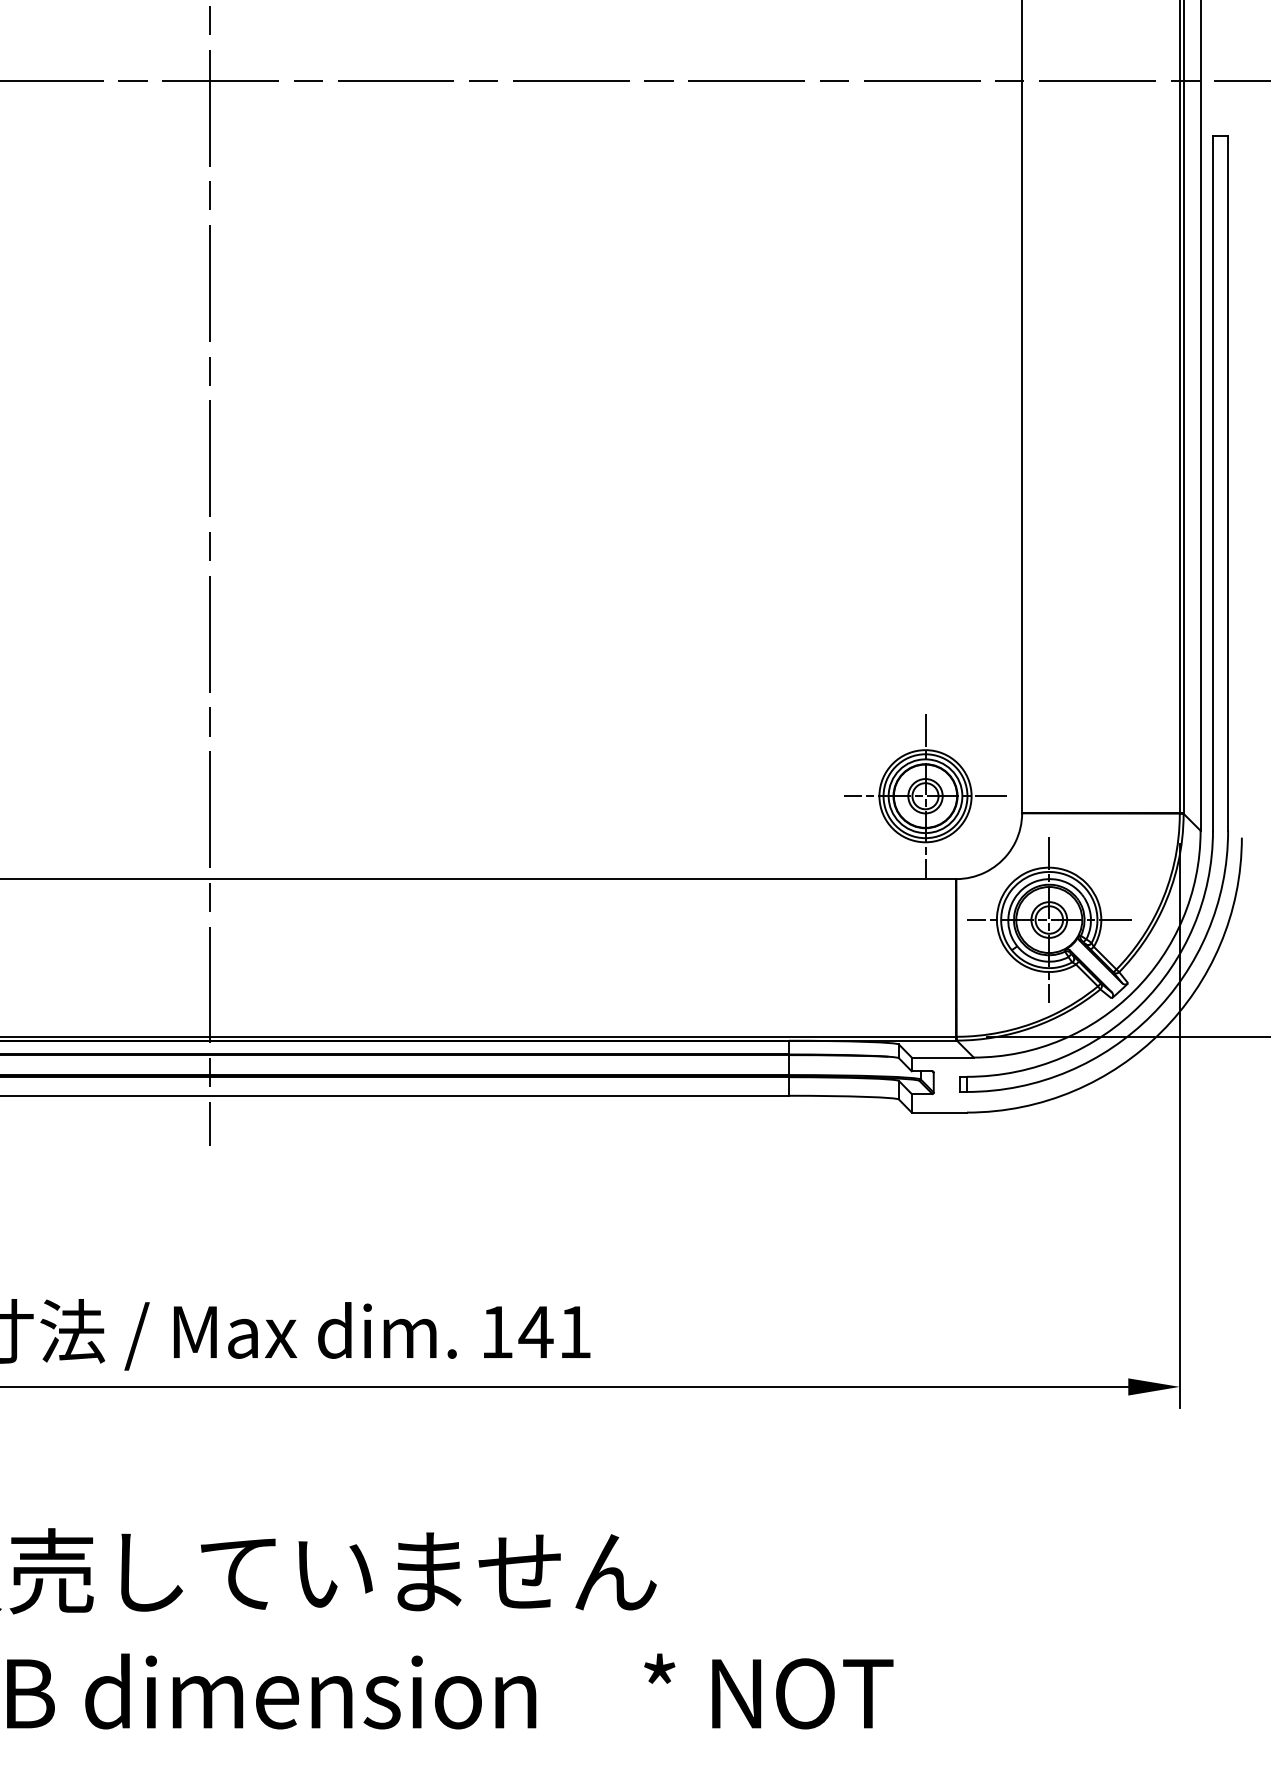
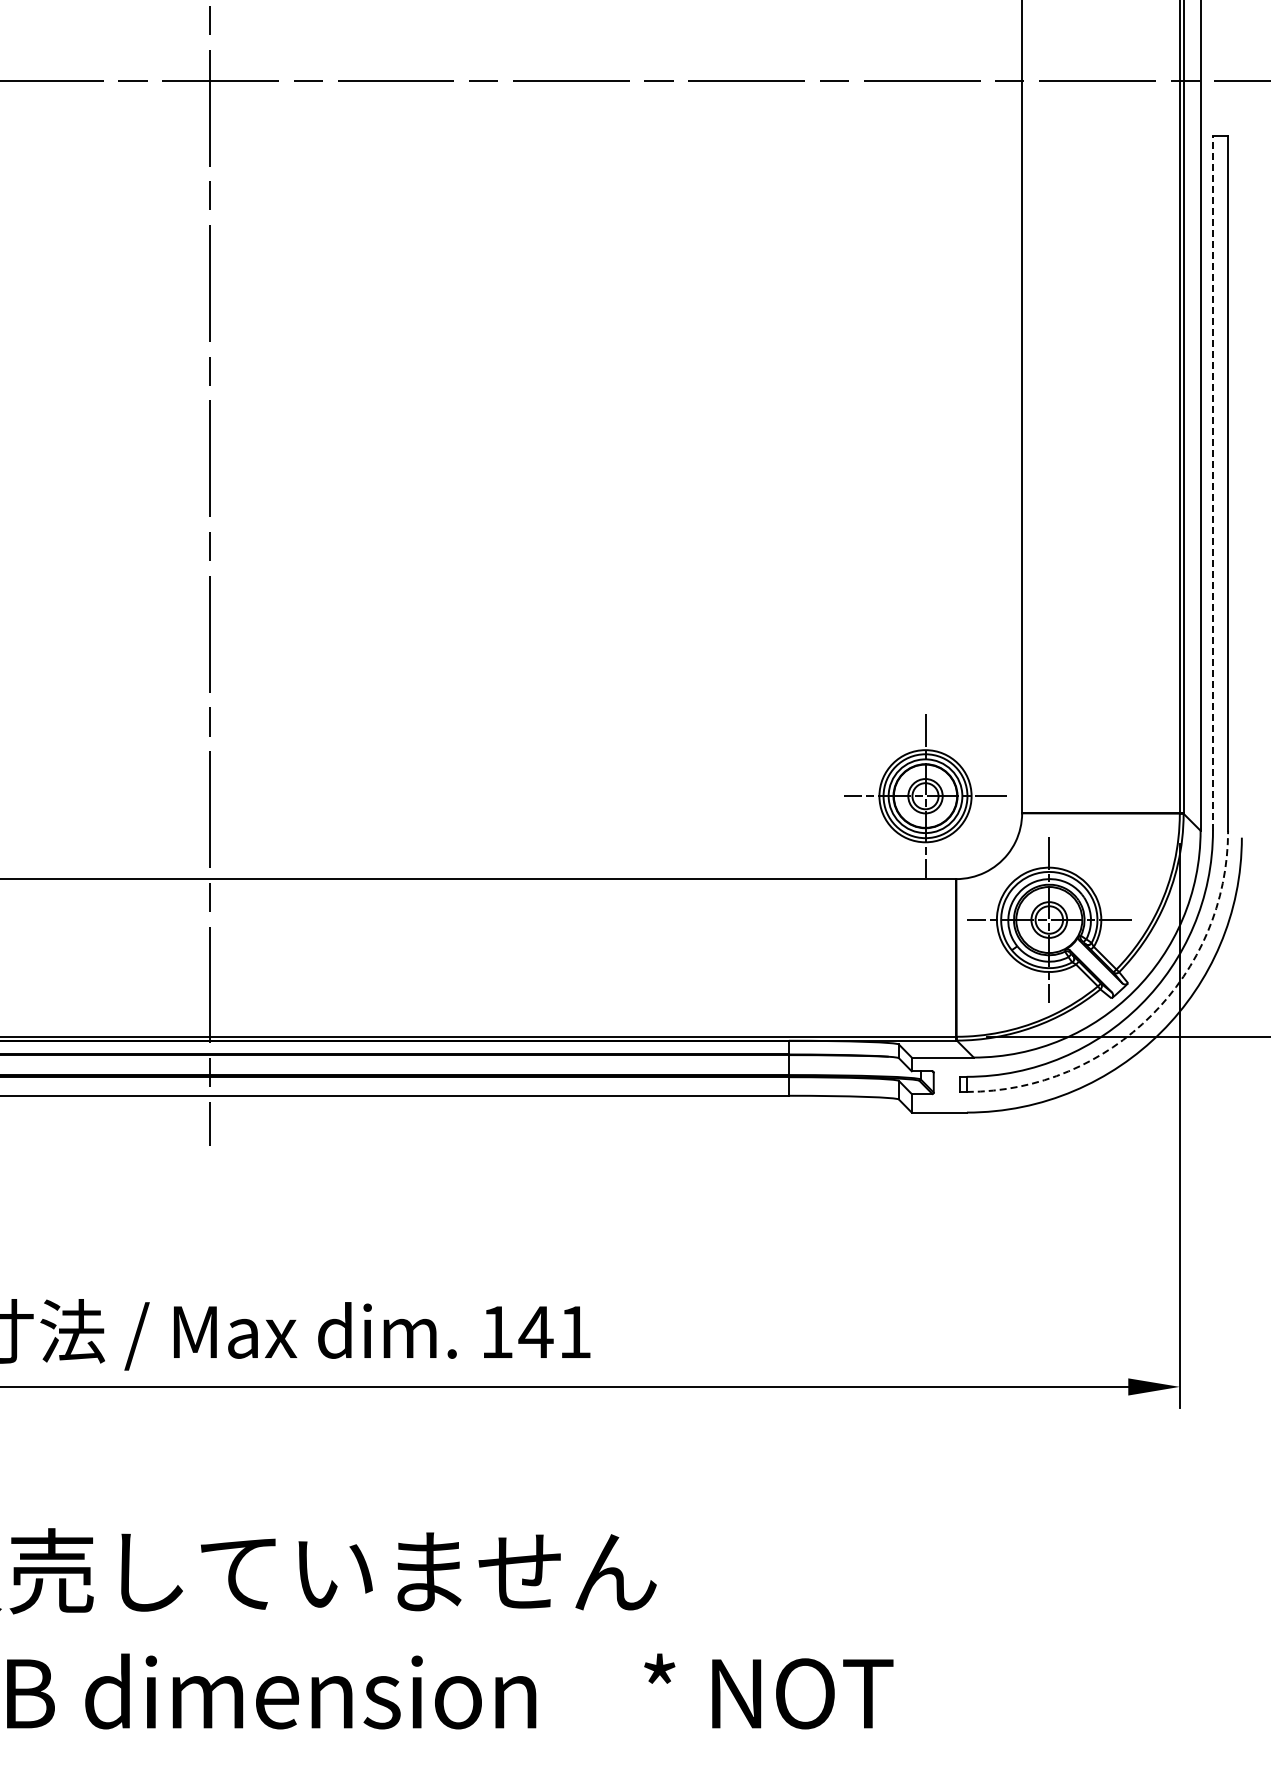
line at (1212, 482): solid -> dashed
arc at (1151, 1015): solid -> dashed
